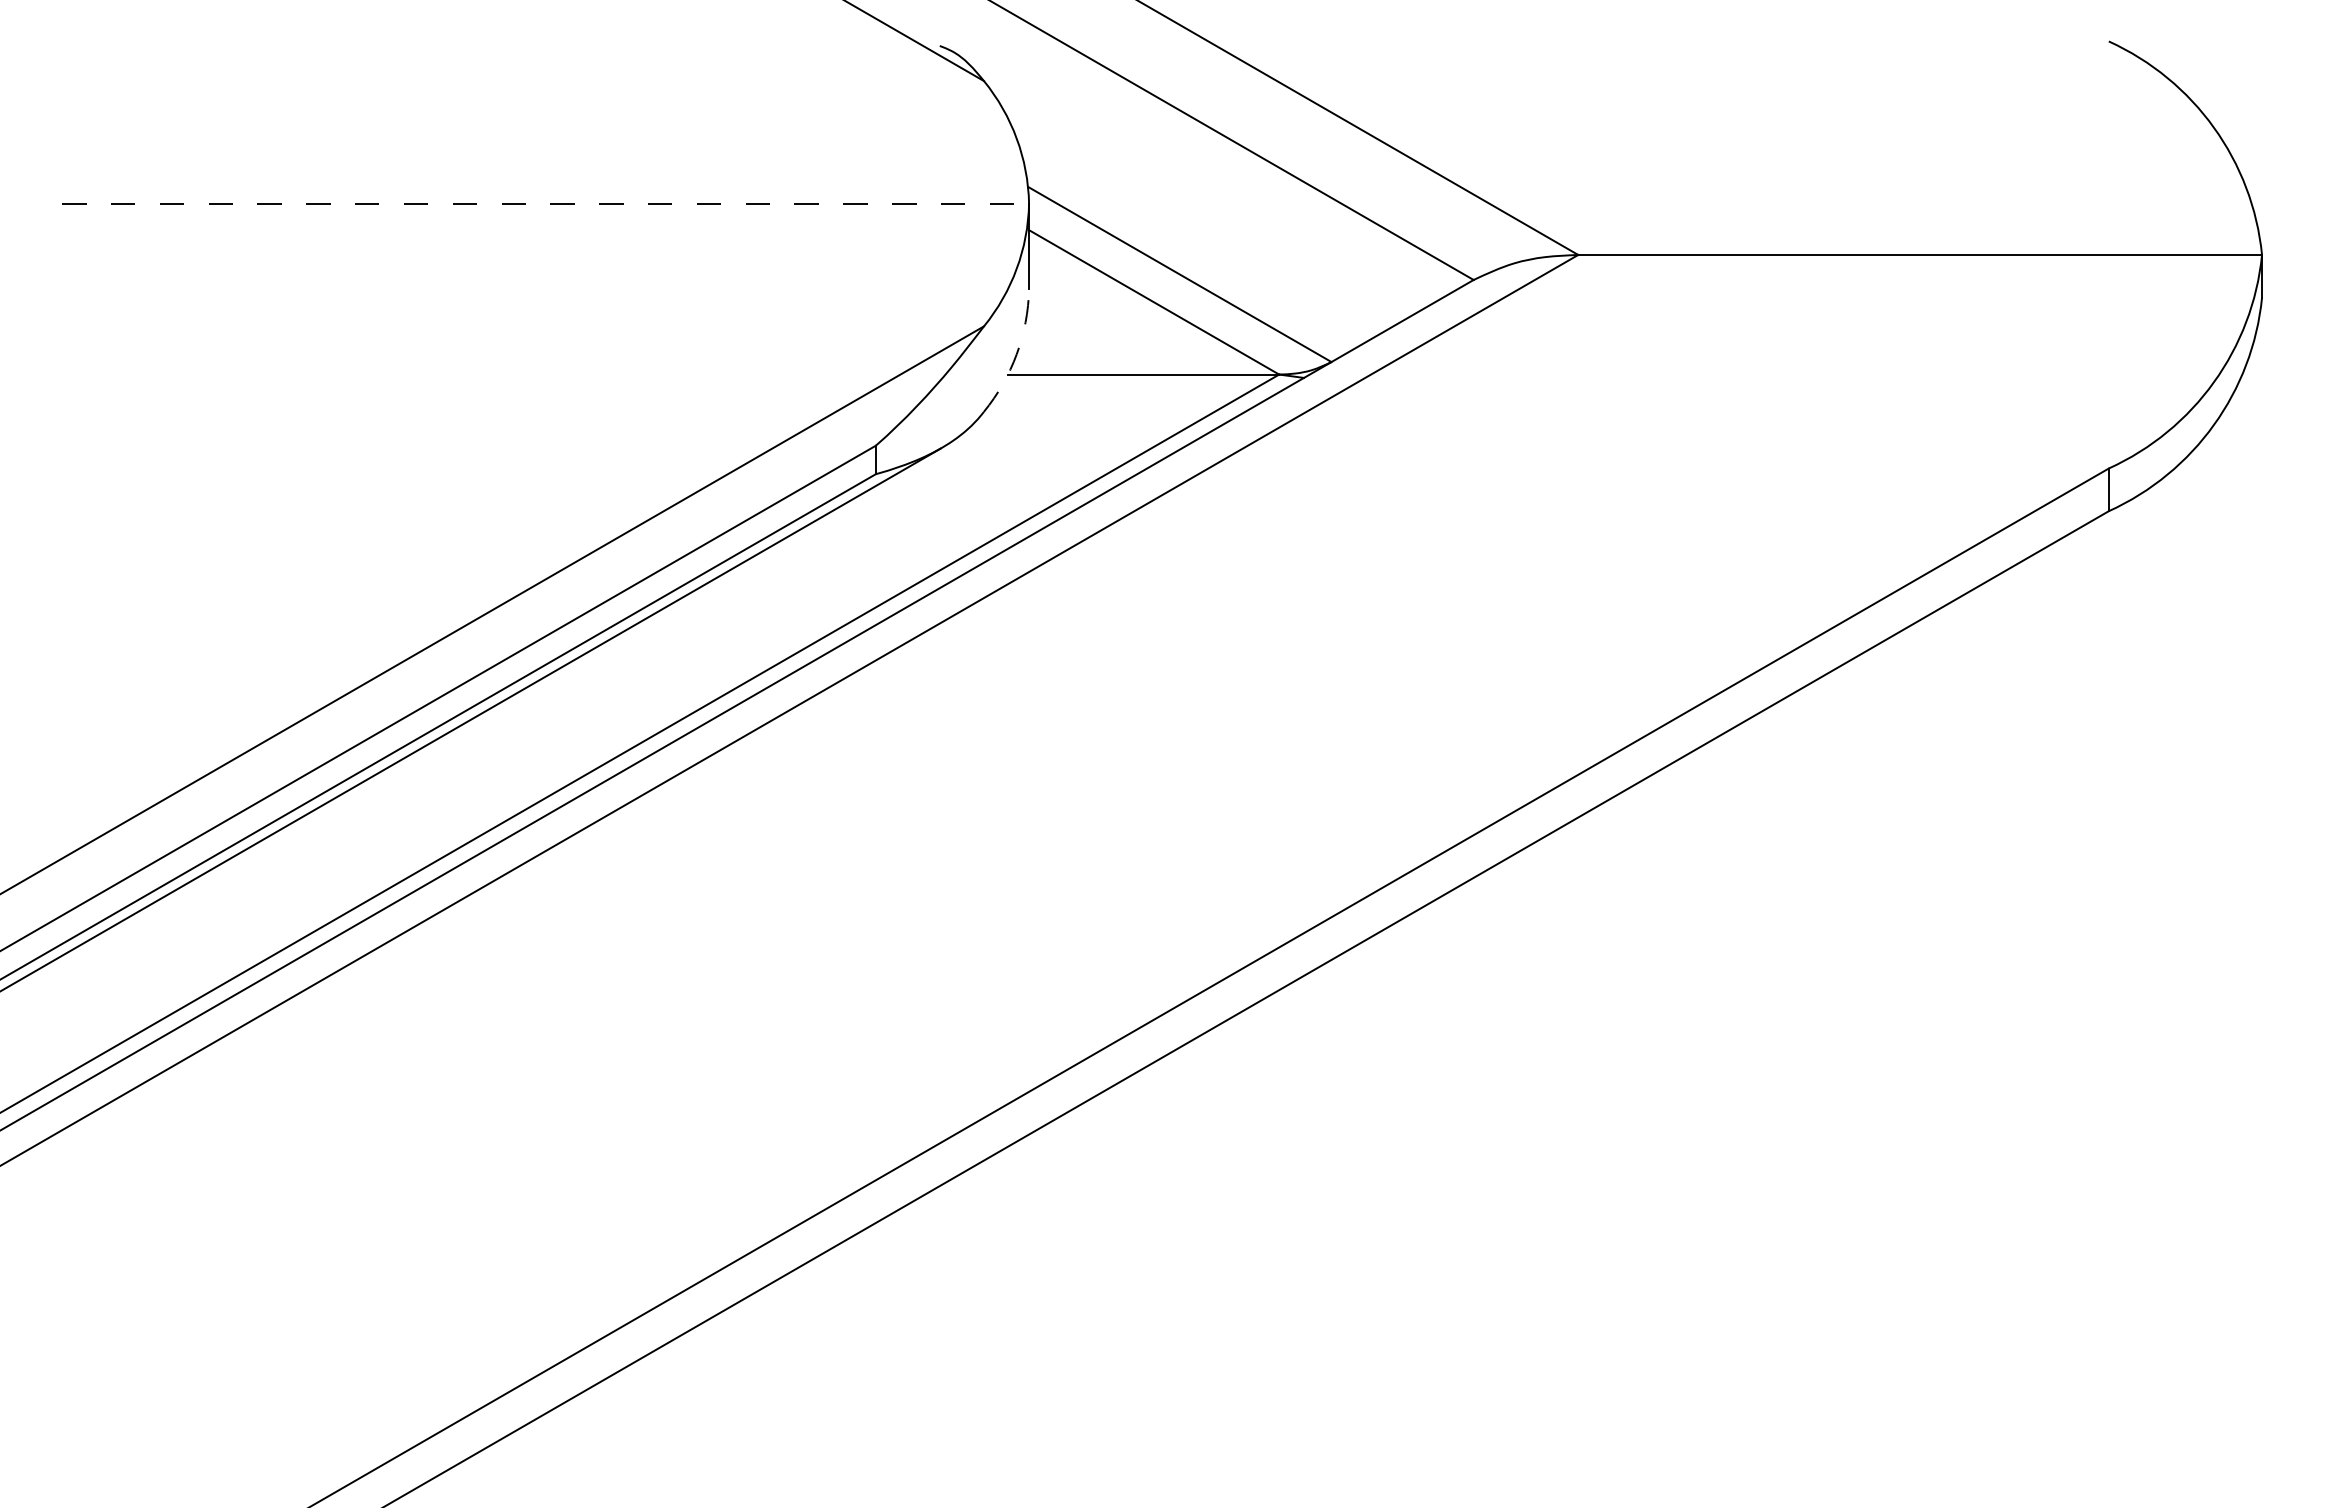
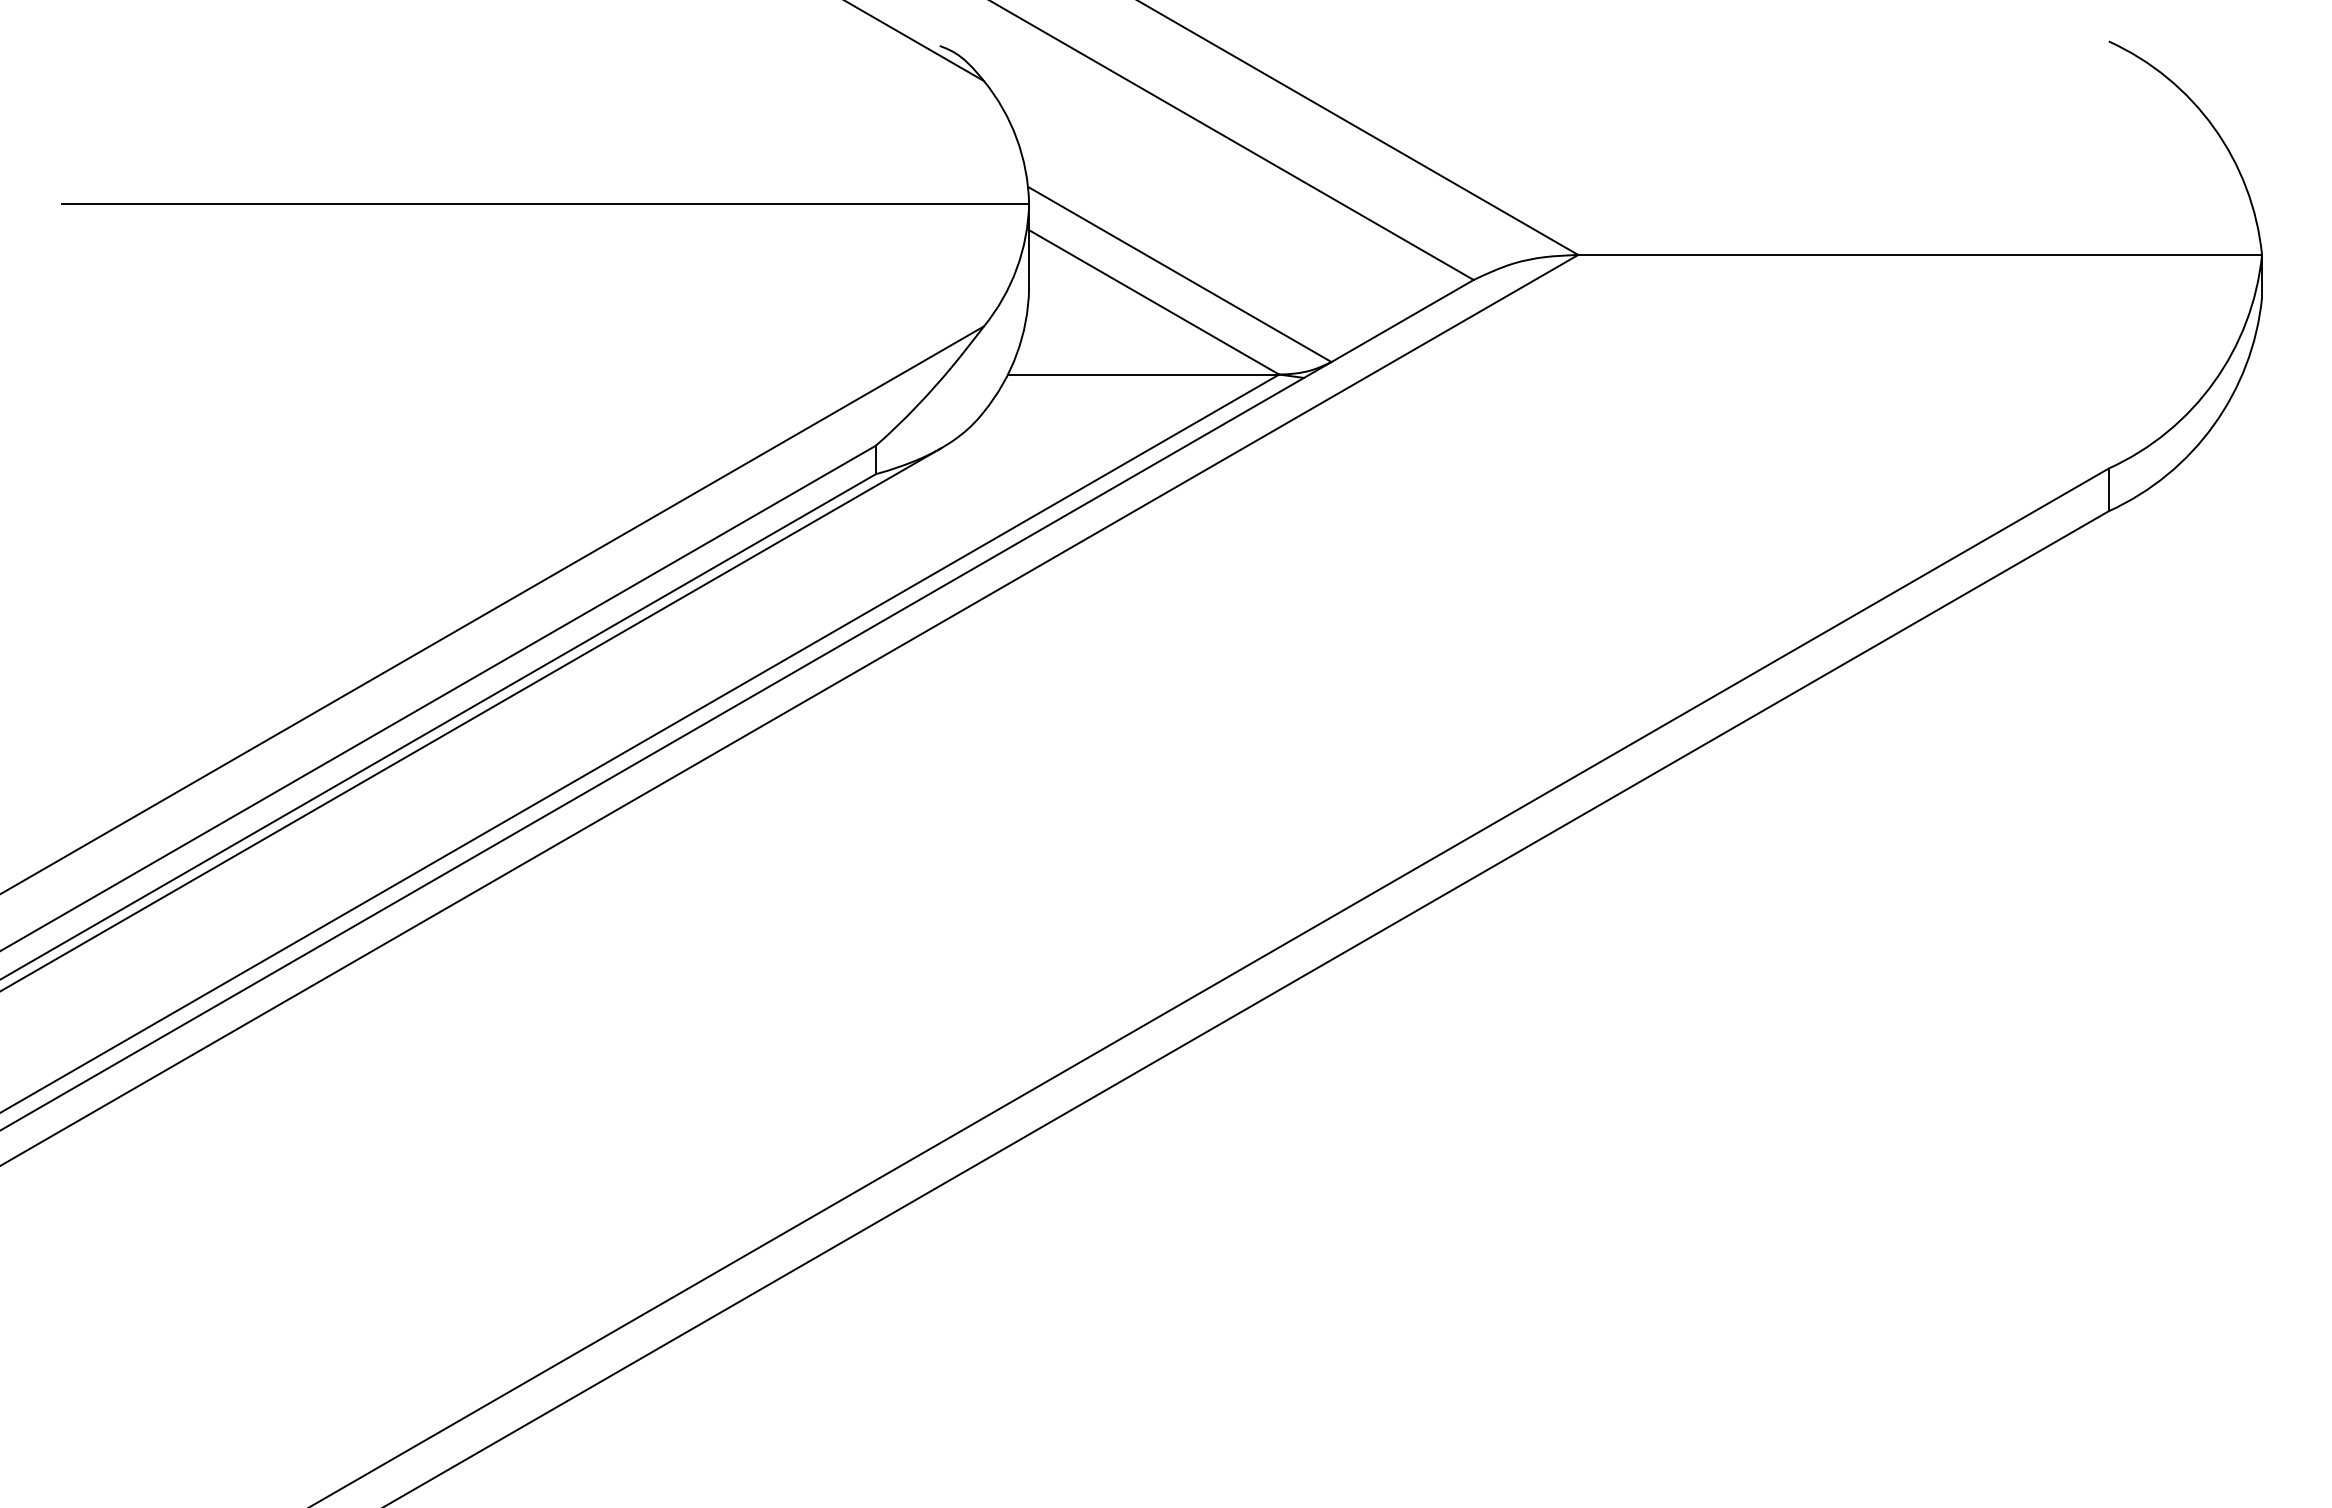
line at (546, 203): dashed -> solid
arc at (1016, 354): dashed -> solid
